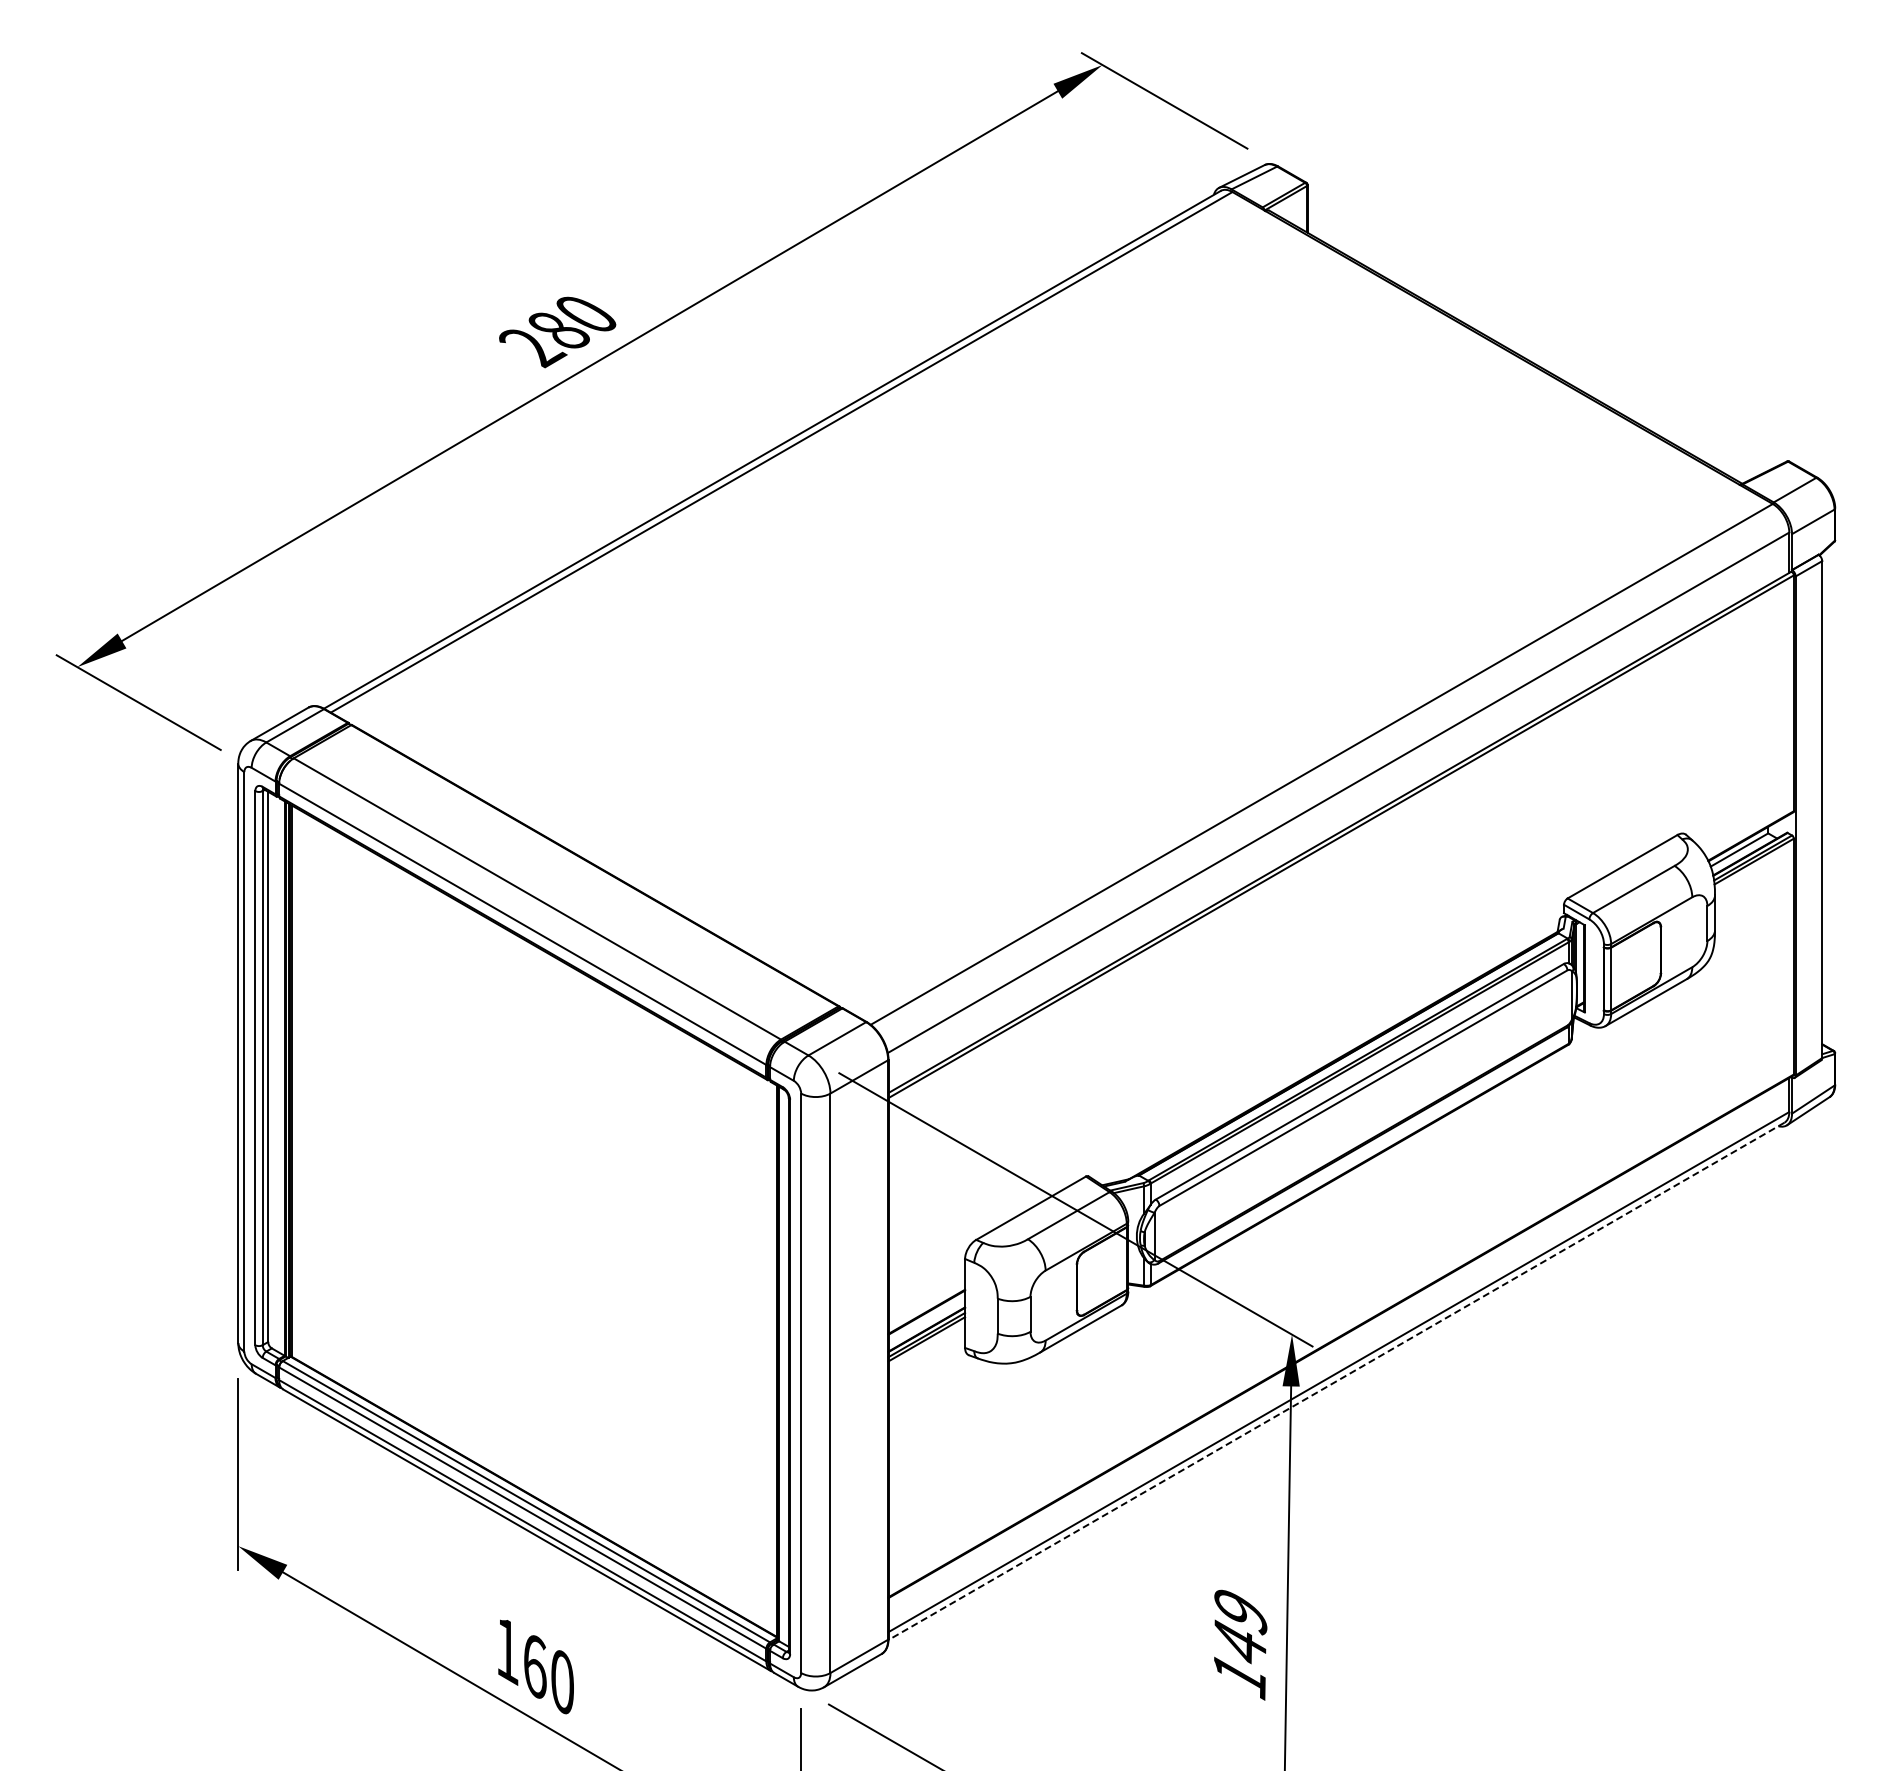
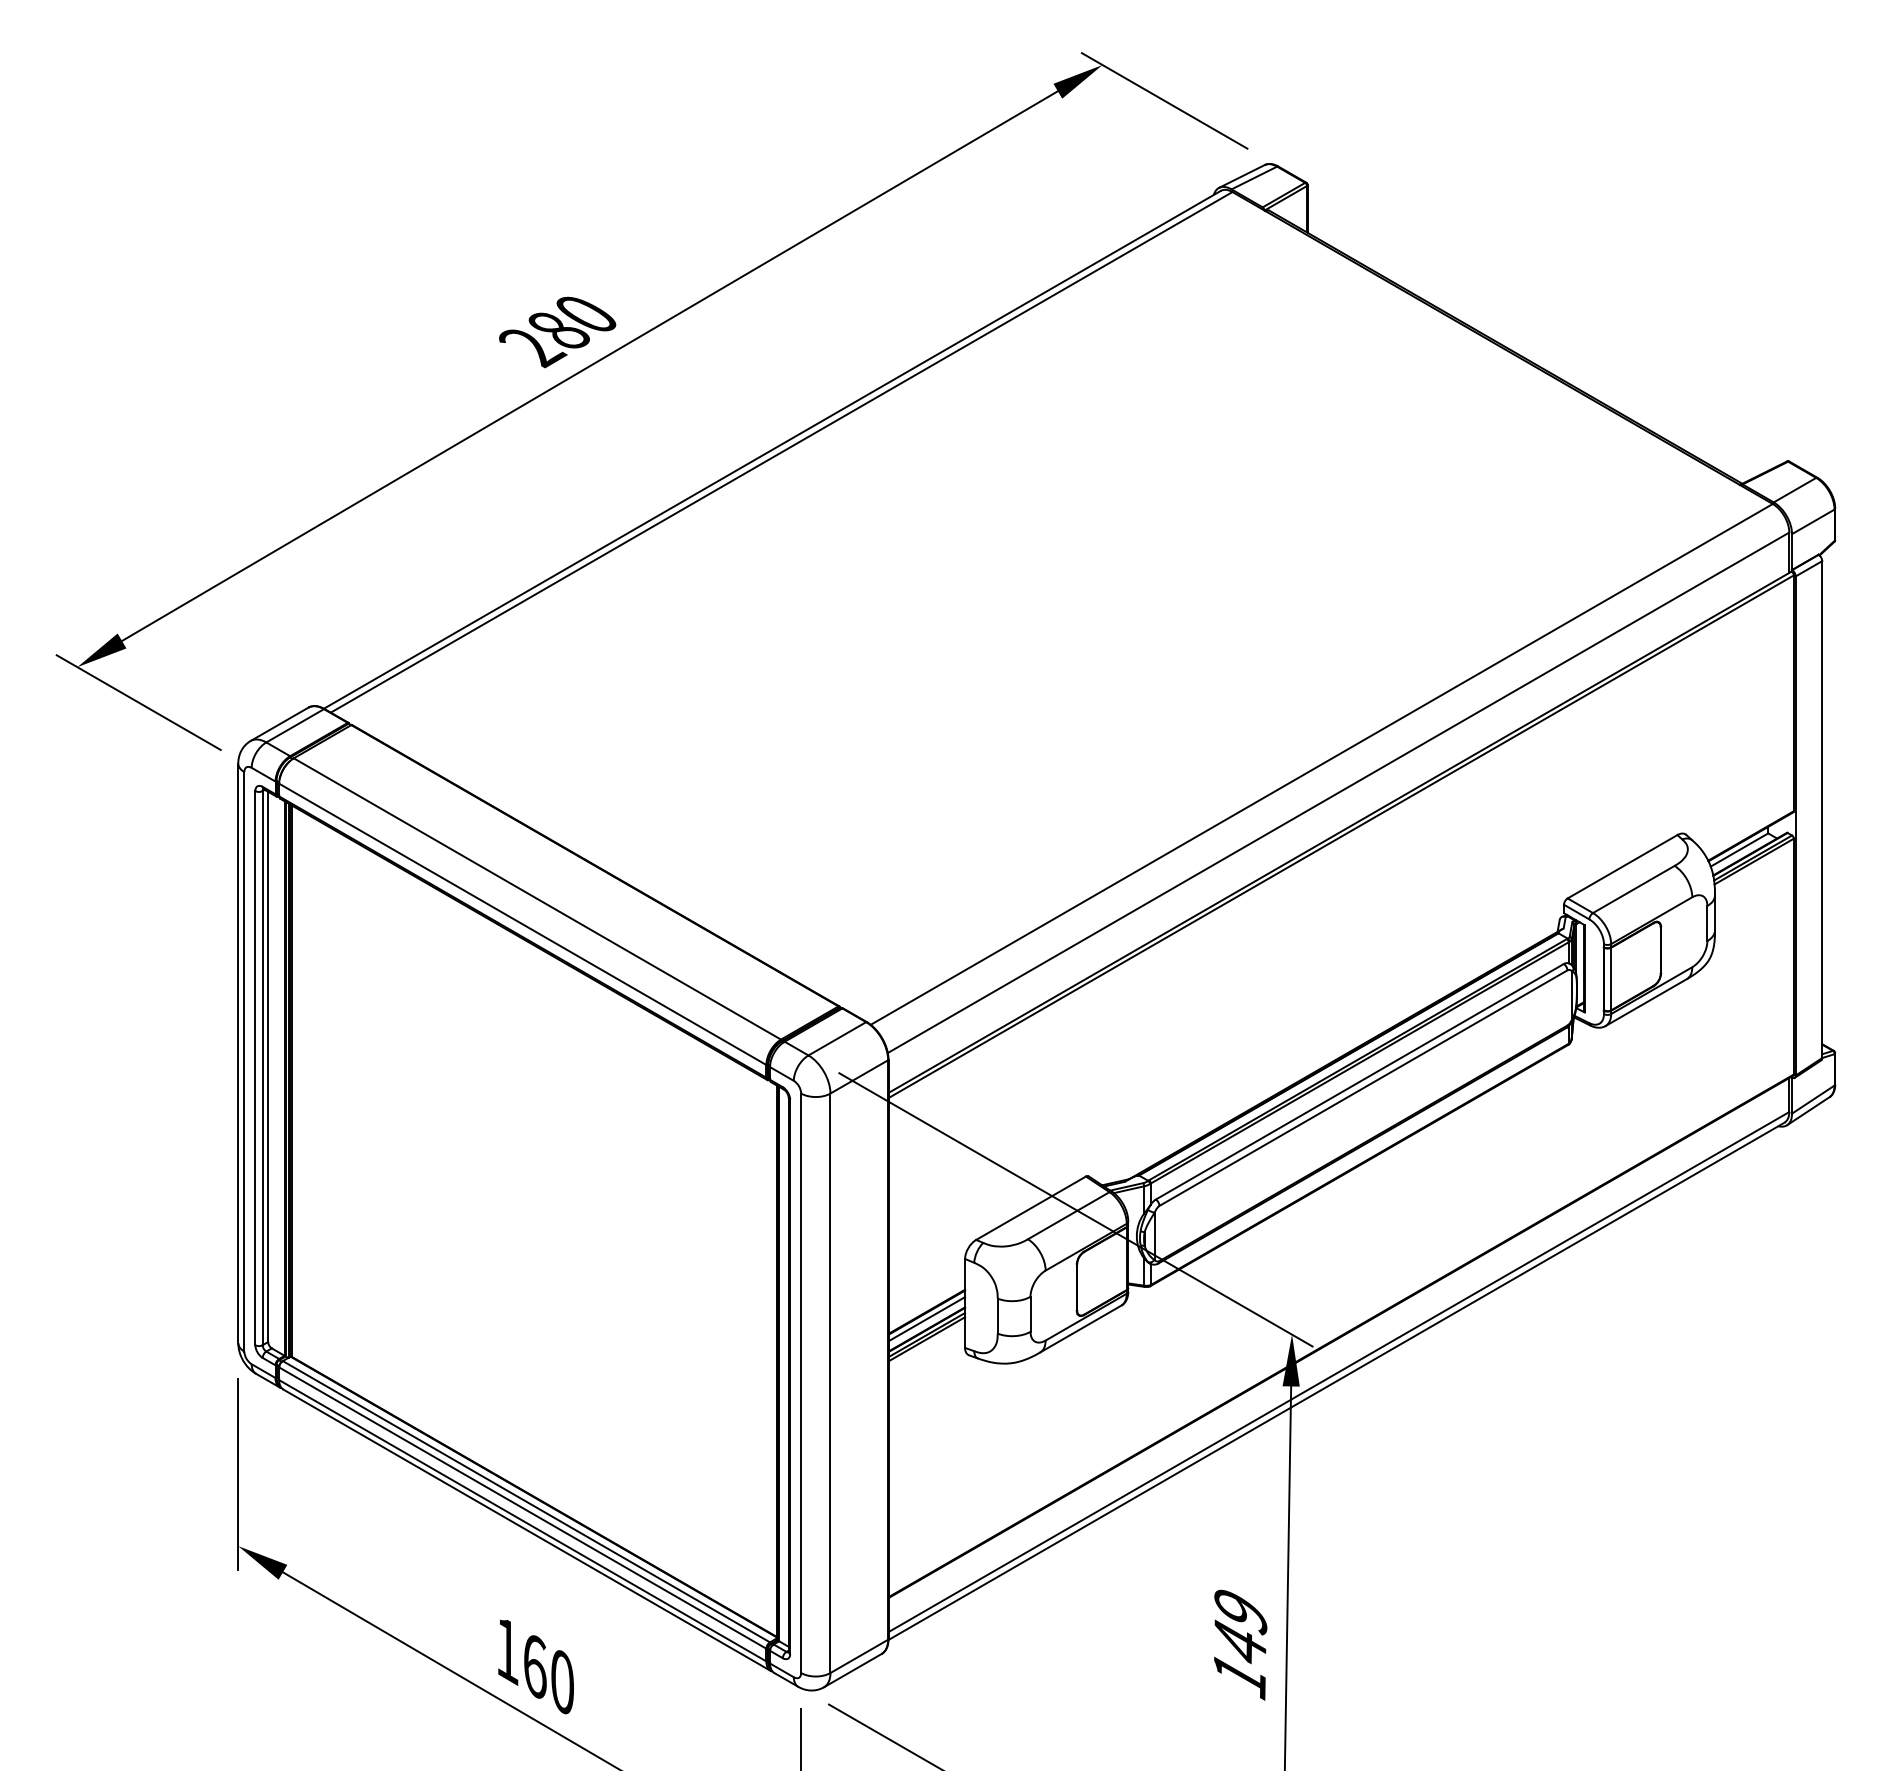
line at (926, 1319): none -> present
line at (1336, 1381): dashed -> solid
